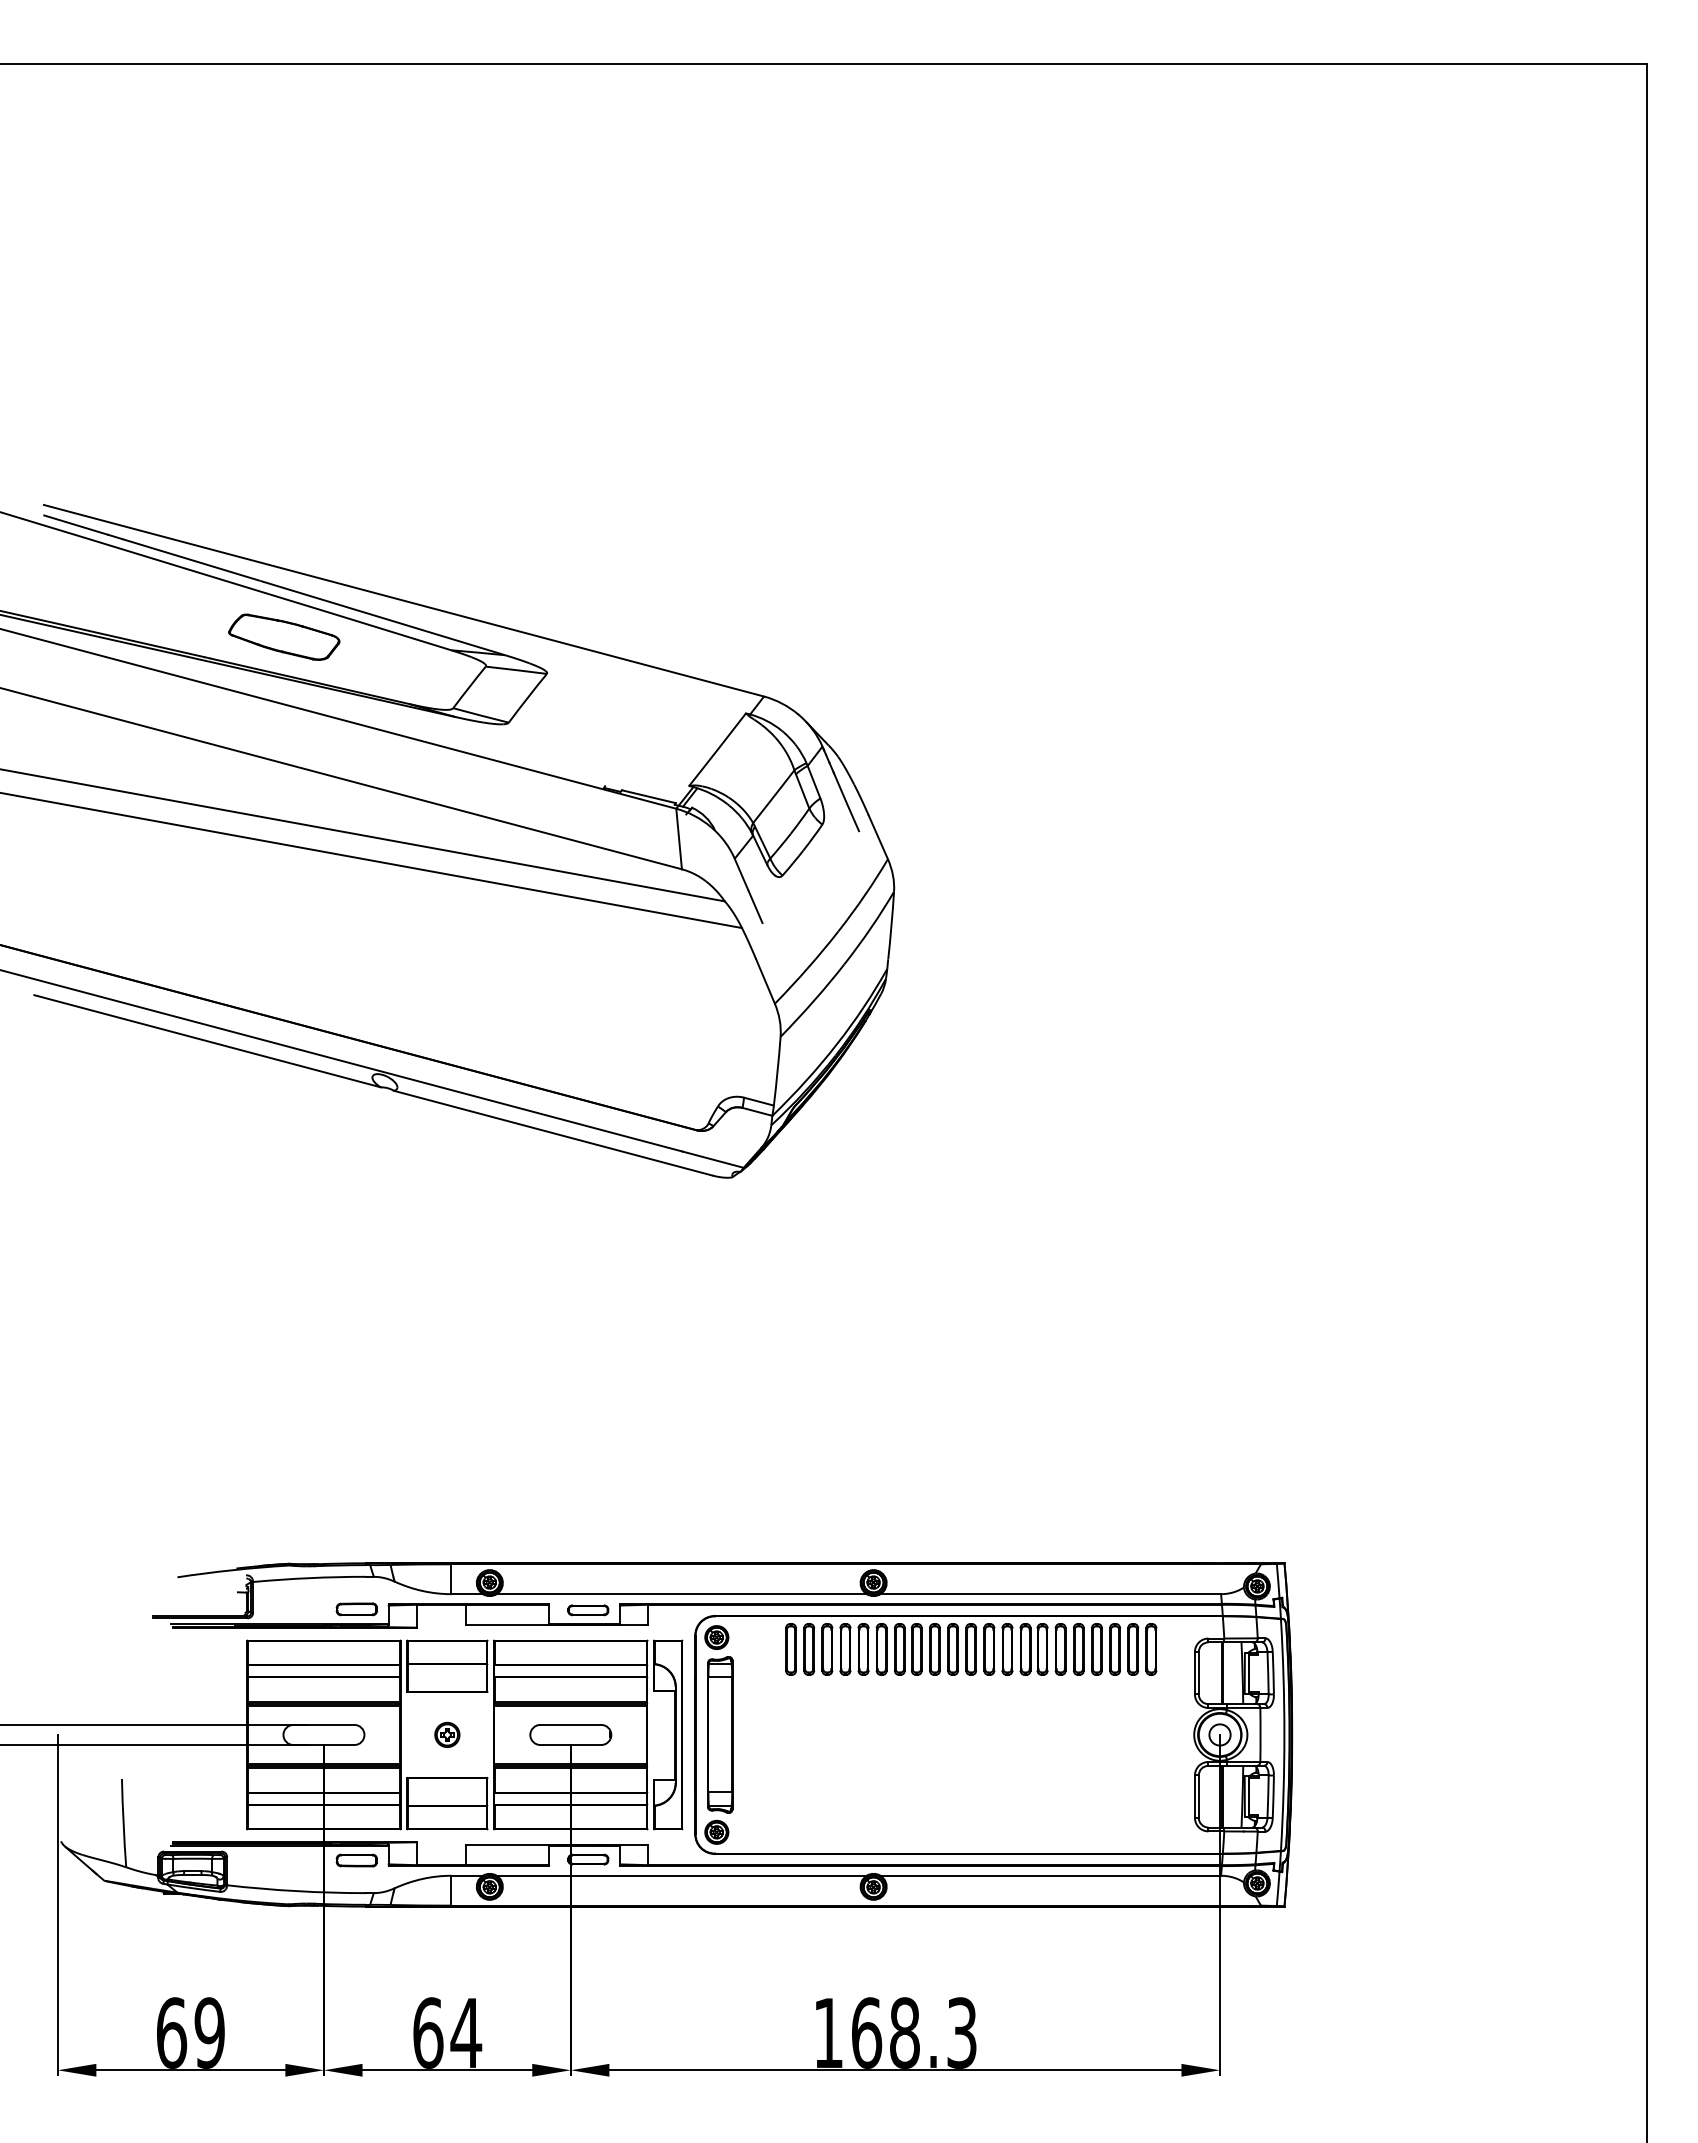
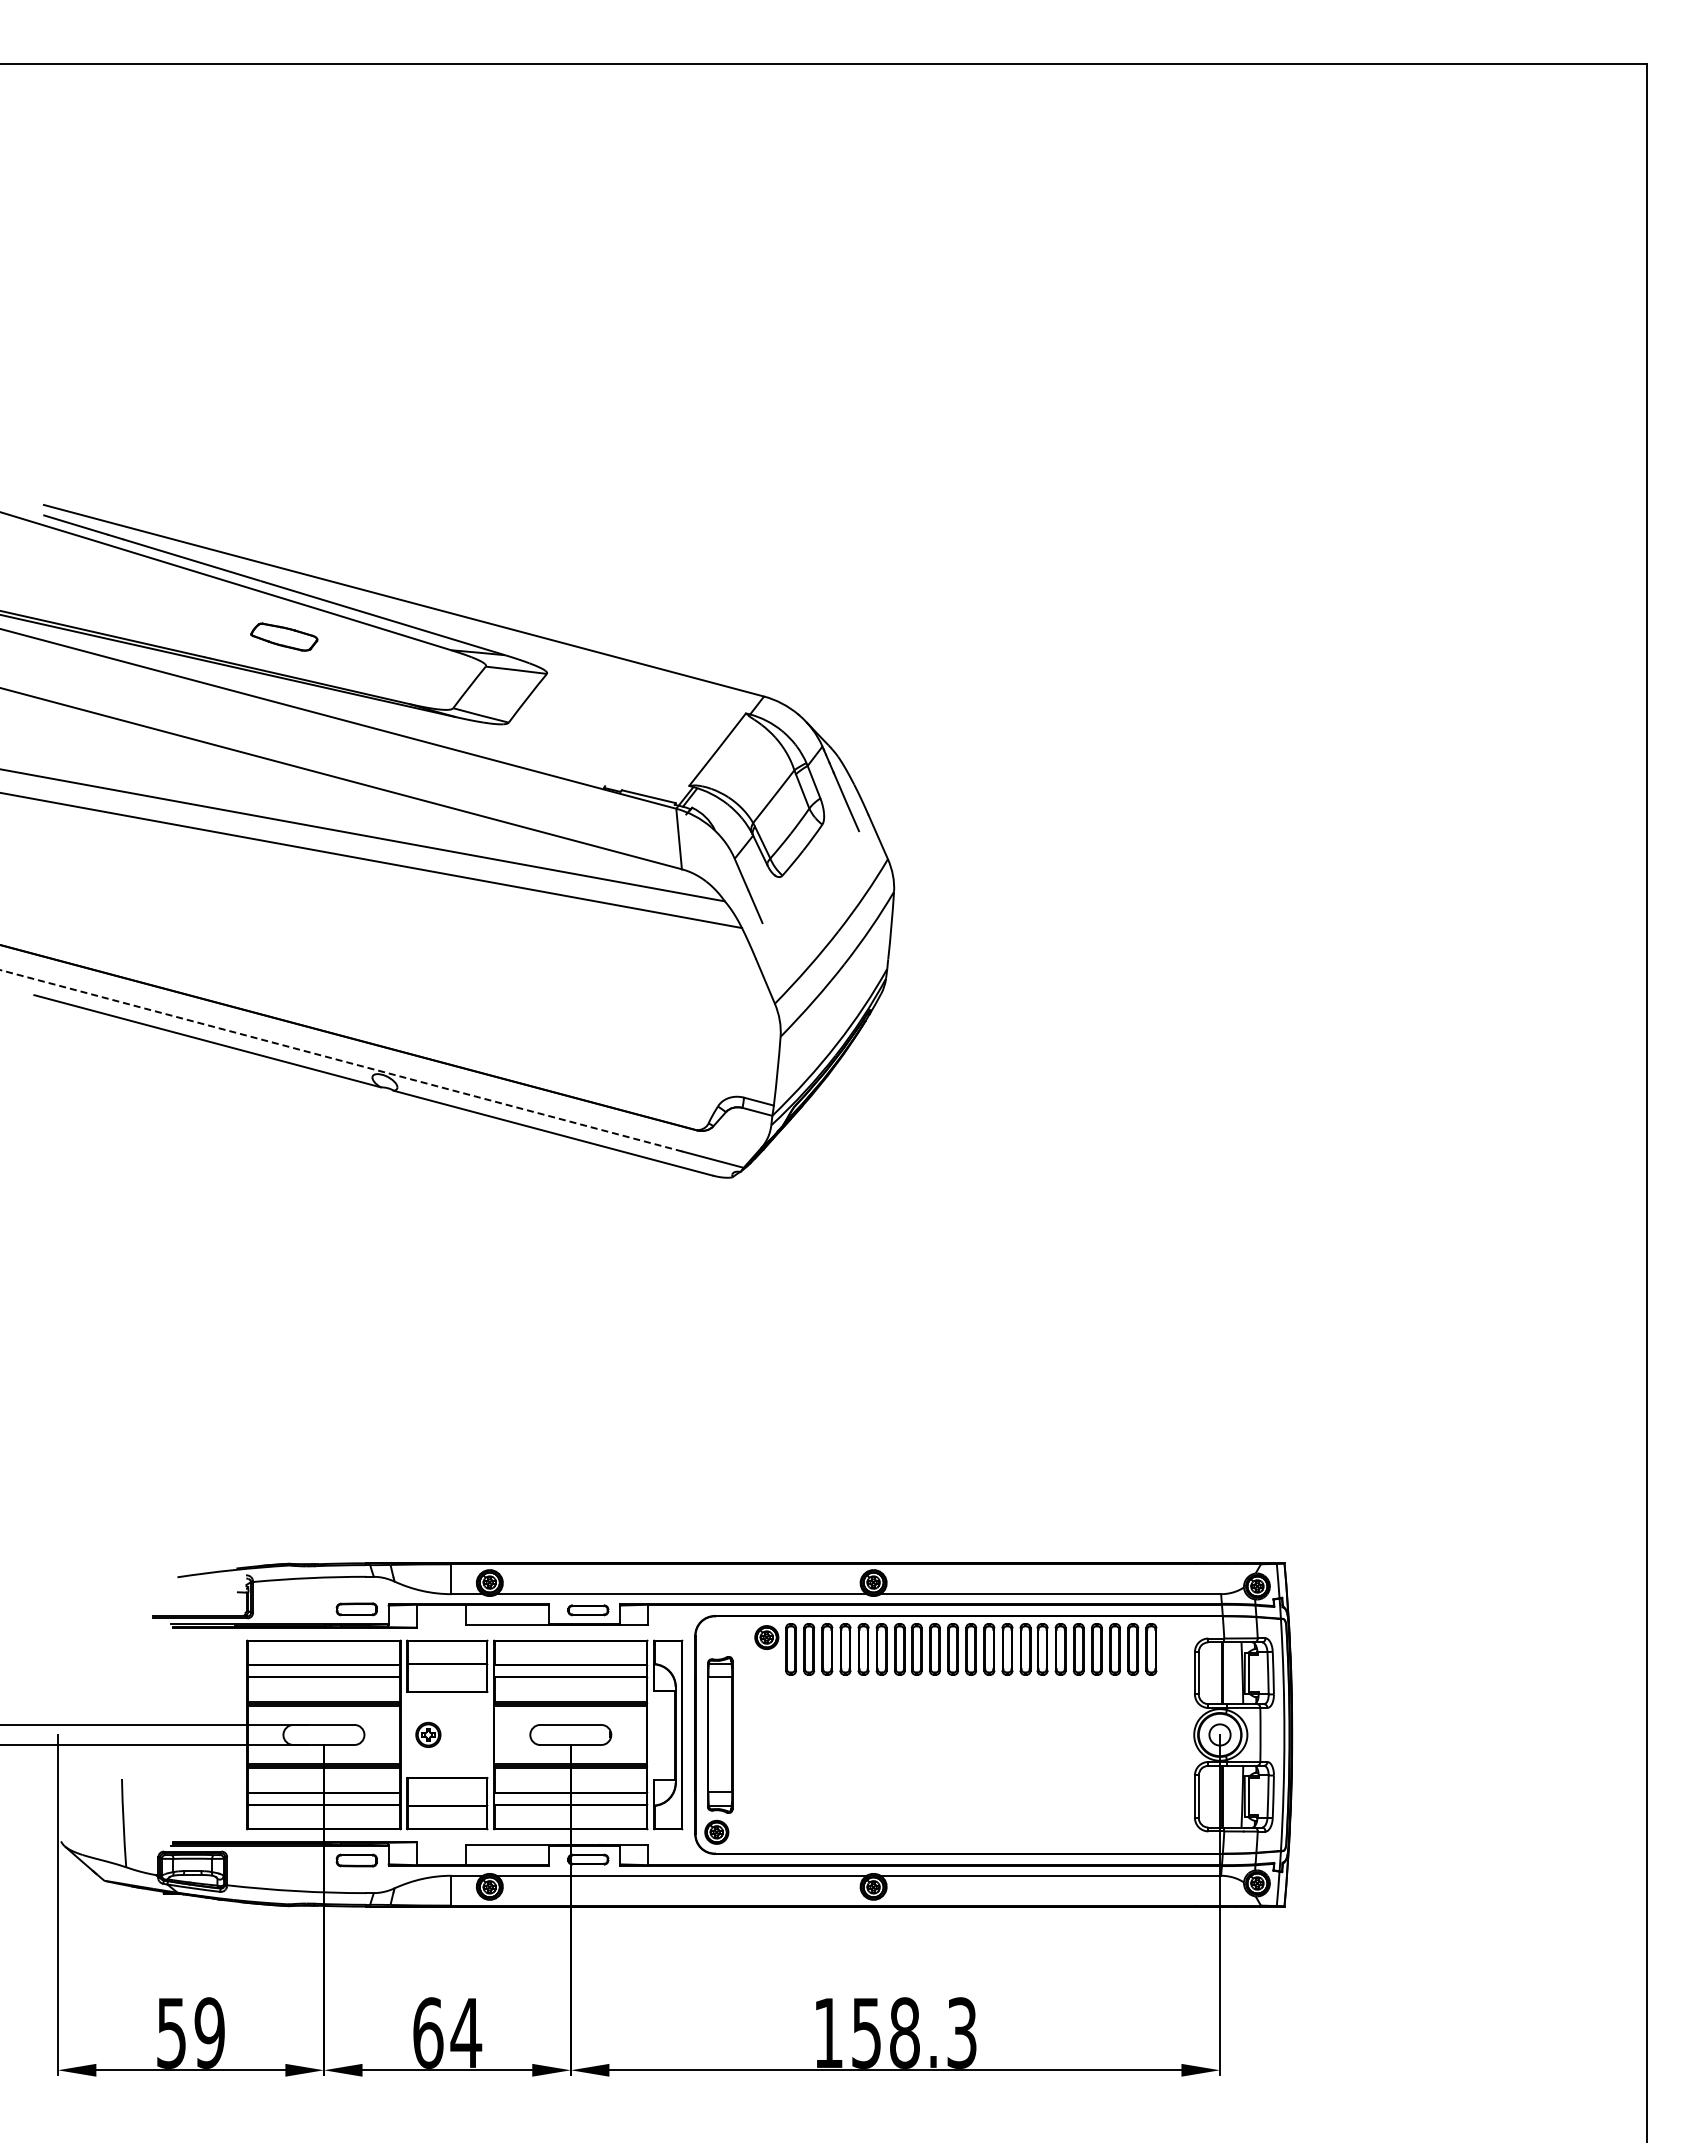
part at (284, 636) size: 113x48 px -> 69x30 px
line at (340, 1060): solid -> dashed
part at (716, 1637) position: (716, 1637) -> (766, 1637)
part at (447, 1734) position: (447, 1734) -> (428, 1734)
text at (172, 2032): 69 -> 59
text at (867, 2032): 168.3 -> 158.3
